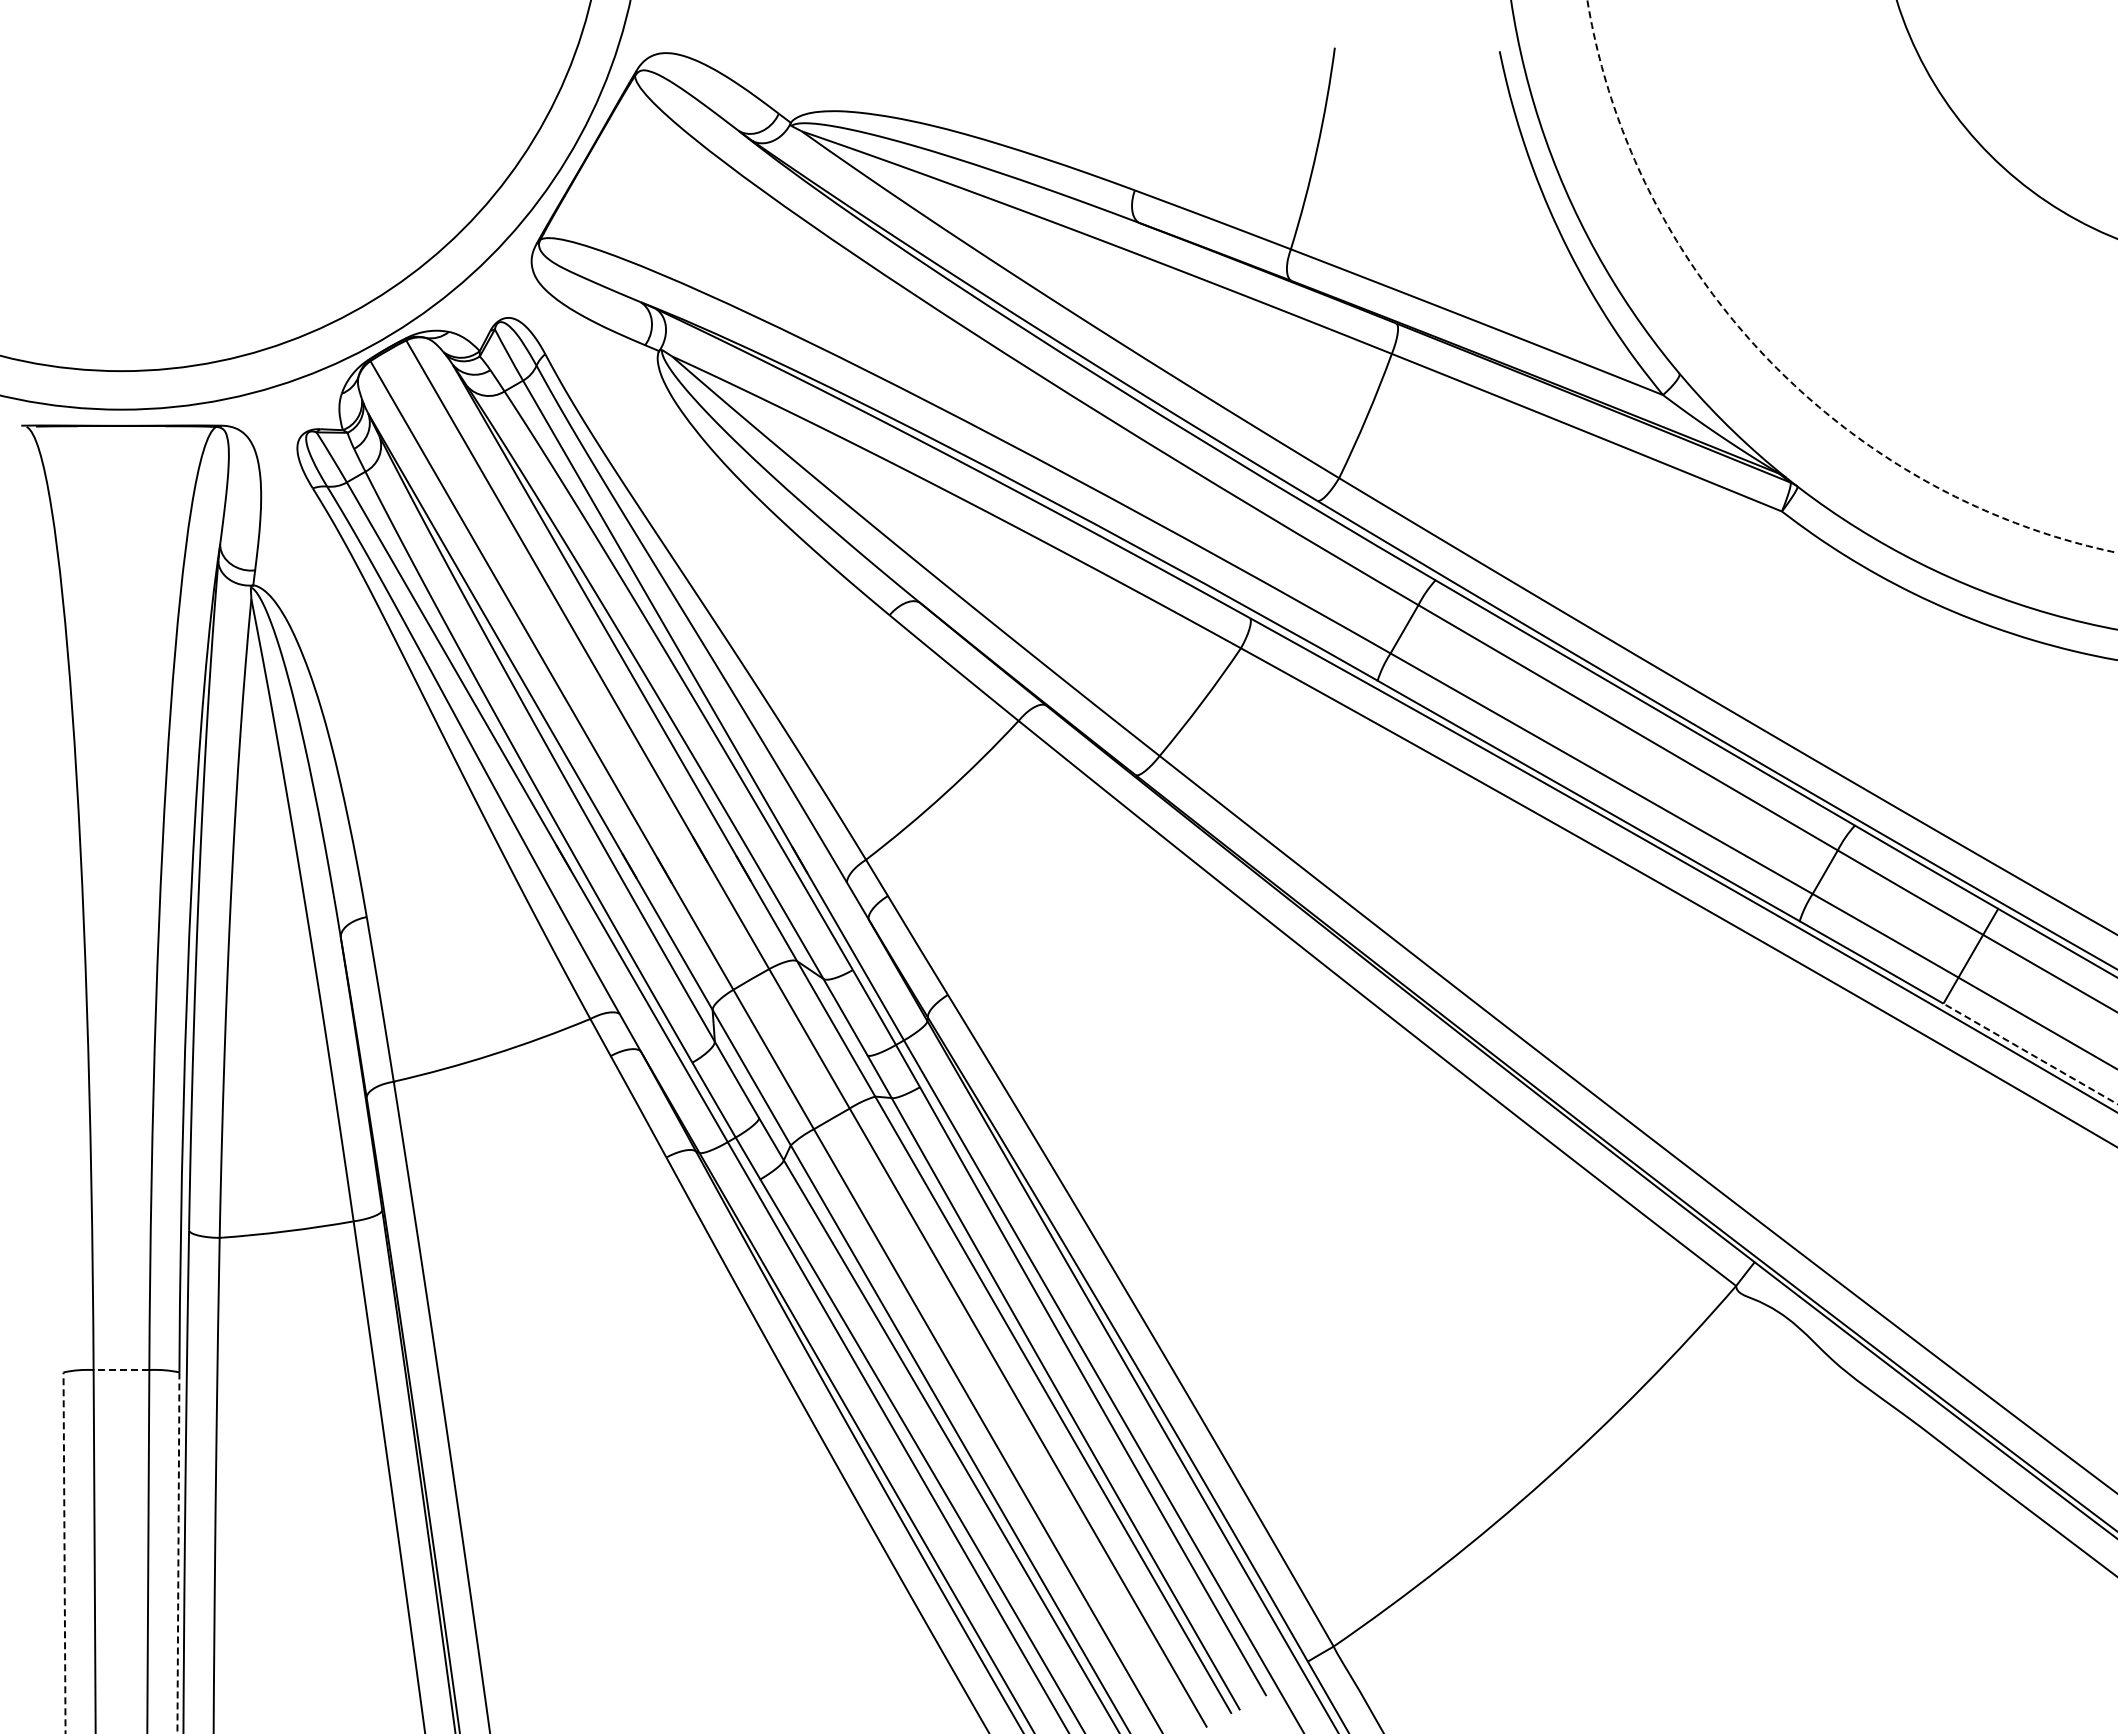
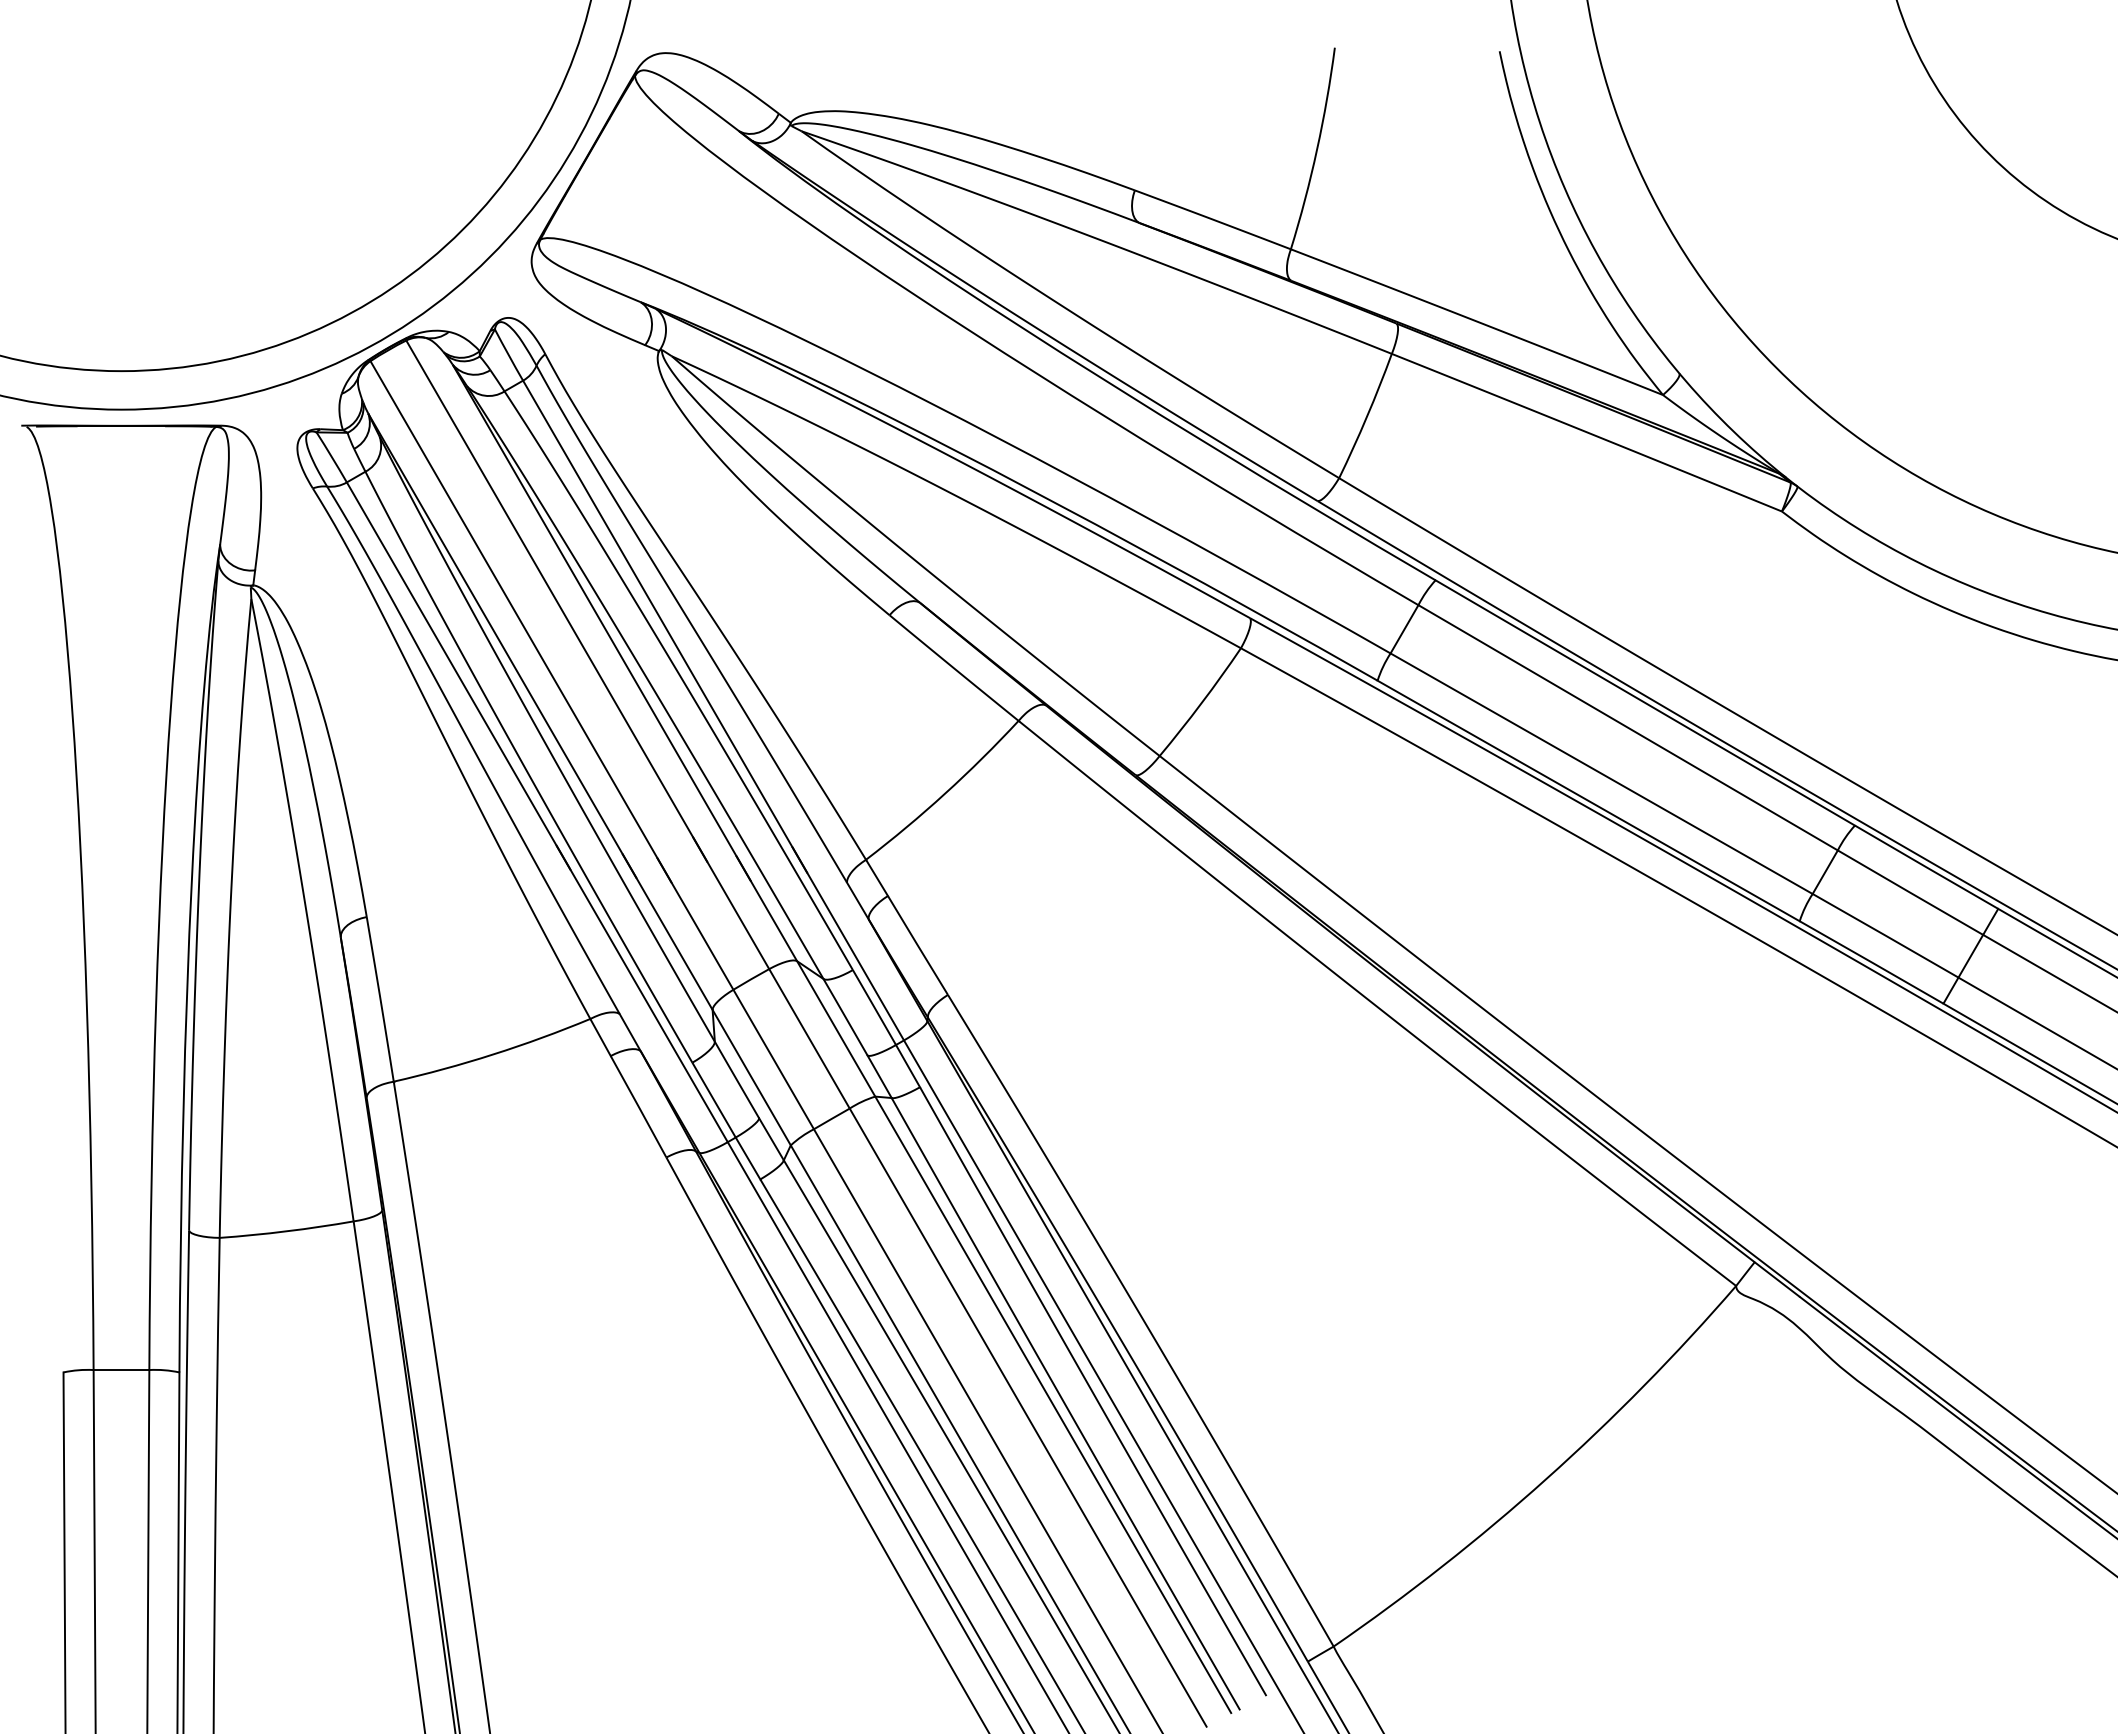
circle at (1852, 276): dashed -> solid
line at (2030, 1053): dashed -> solid
line at (121, 1370): dashed -> solid
line at (64, 1552): dashed -> solid
line at (178, 1553): dashed -> solid
